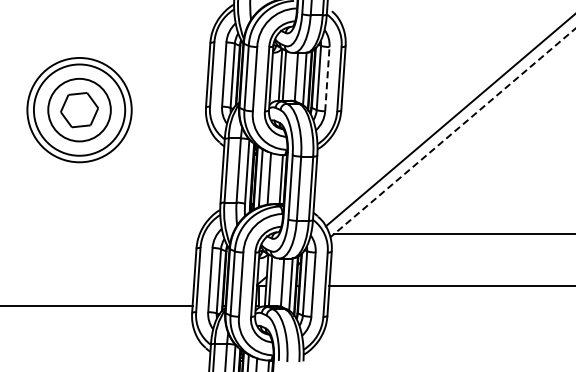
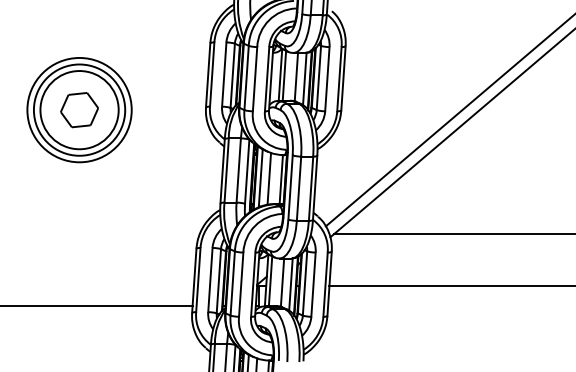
line at (327, 78): dashed -> solid
circle at (79, 109) diameter: 63 px -> 78 px
line at (452, 133): dashed -> solid
